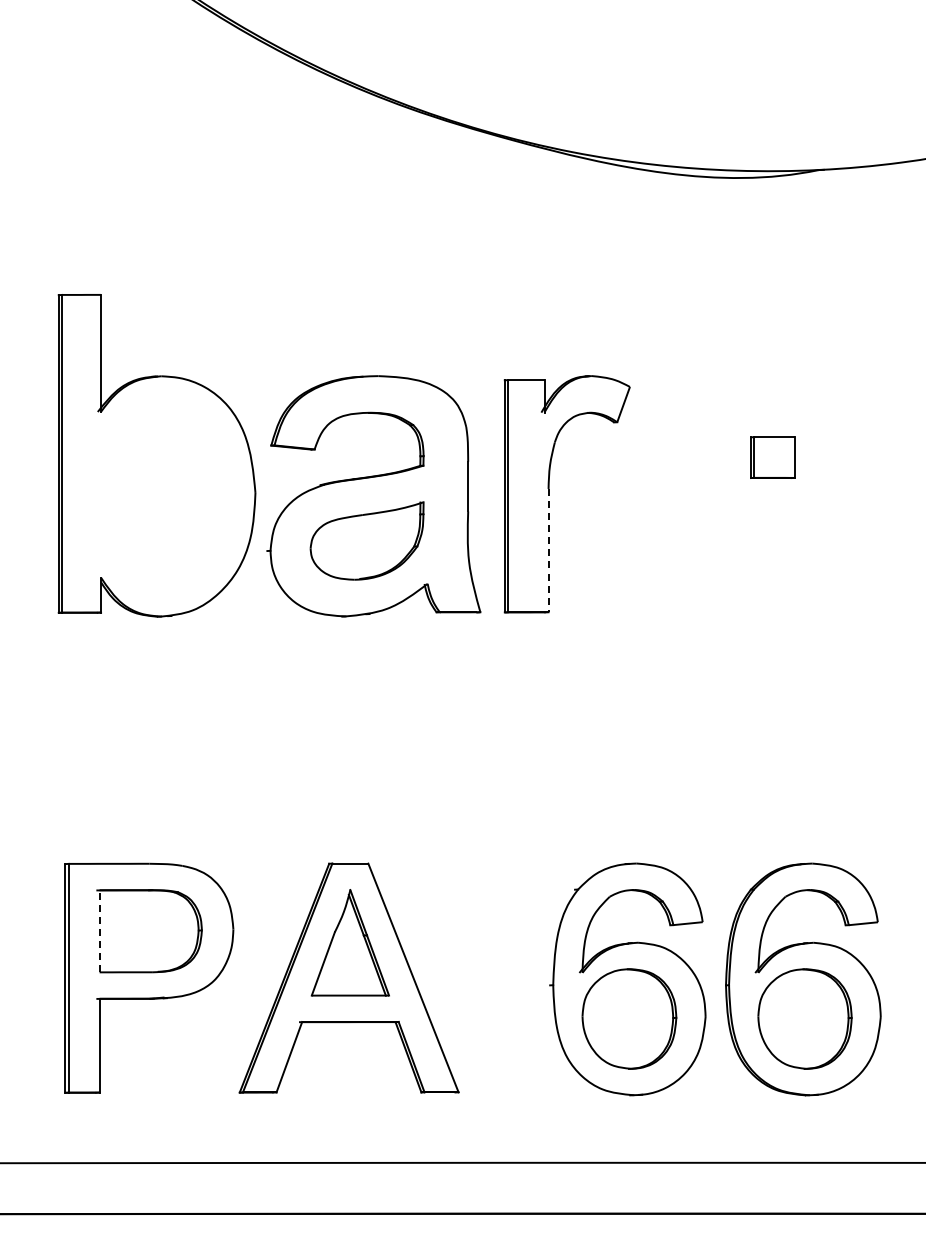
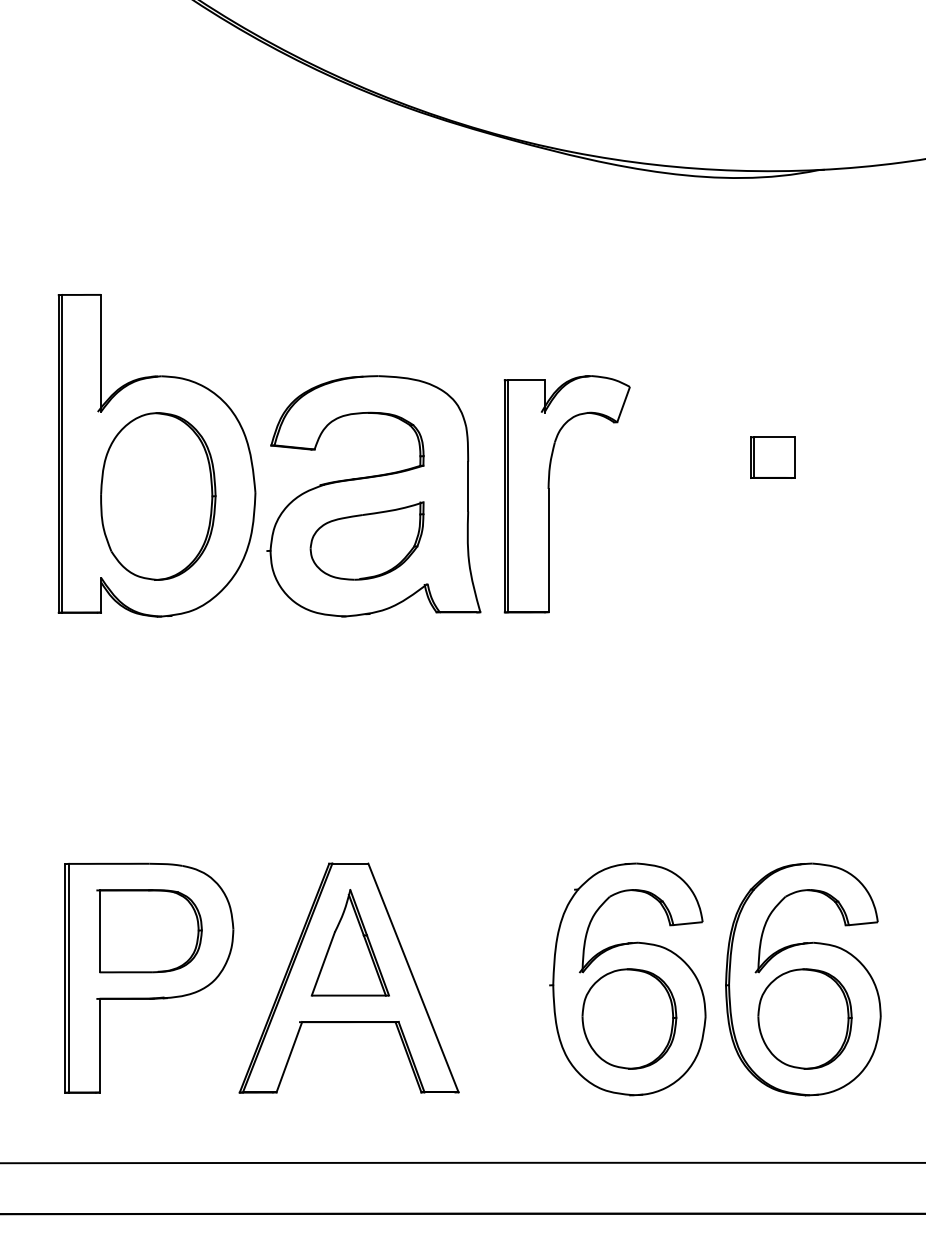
part at (158, 496): none -> present
line at (548, 550): dashed -> solid
line at (99, 930): dashed -> solid
